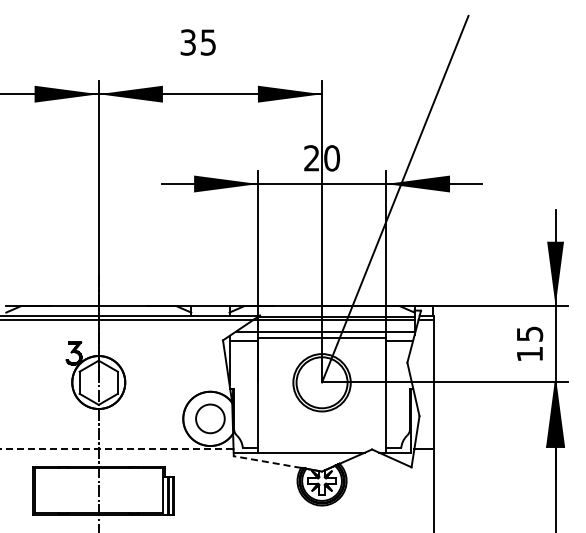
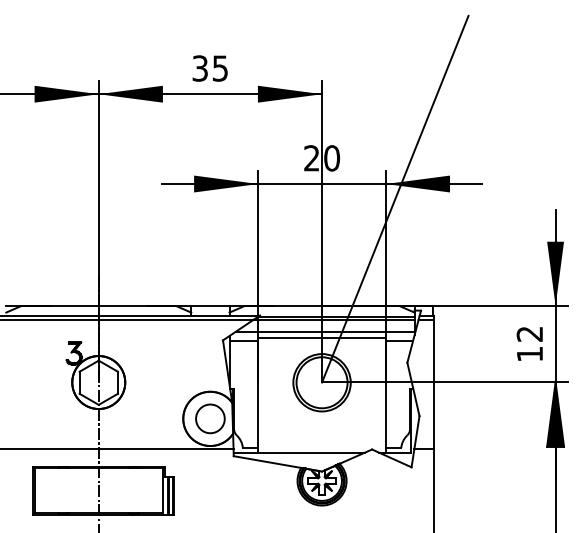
text at (197, 42) position: (197, 42) -> (209, 68)
text at (529, 333): 15 -> 12
line at (117, 449): dashed -> solid
line at (267, 461): dashed -> solid
